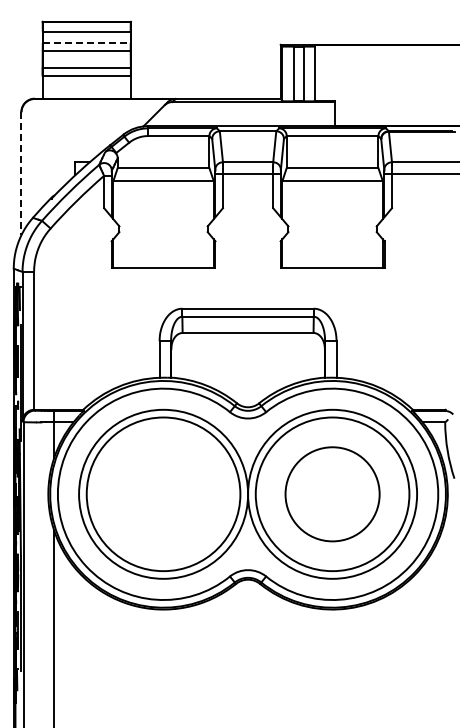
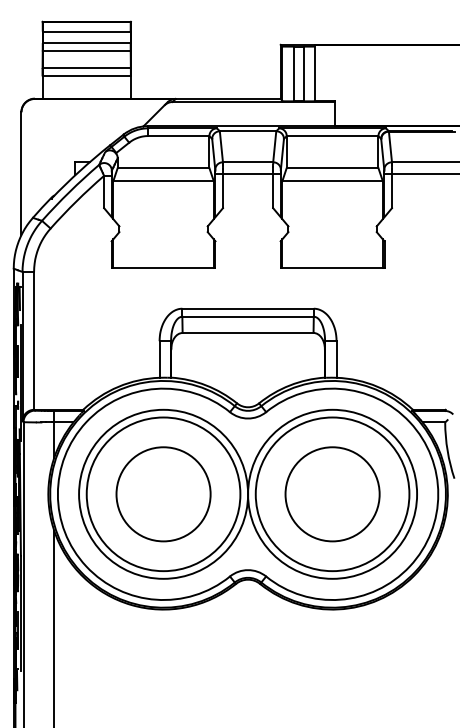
line at (86, 43): dashed -> solid
line at (21, 174): dashed -> solid
circle at (163, 494): none -> present
